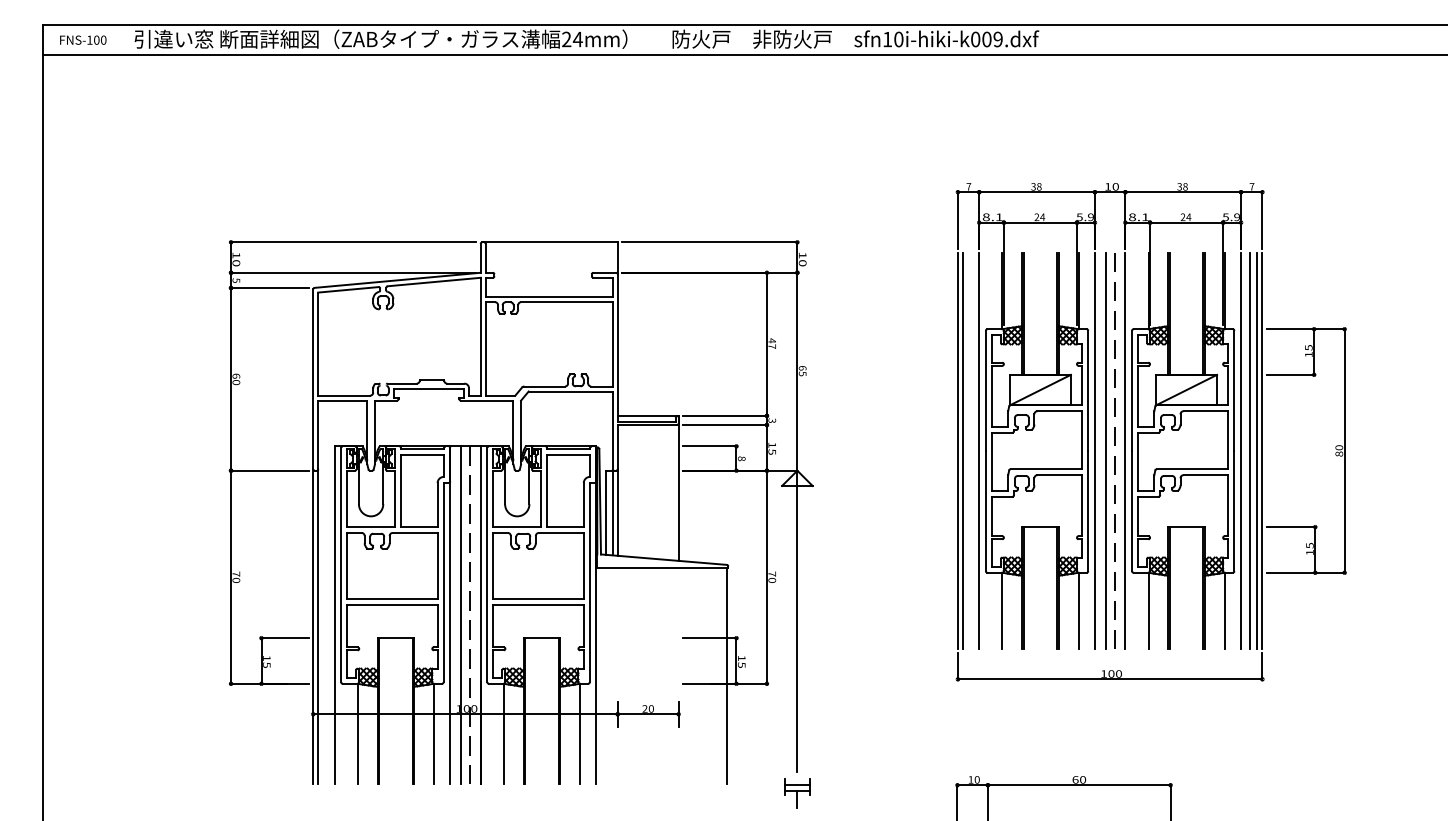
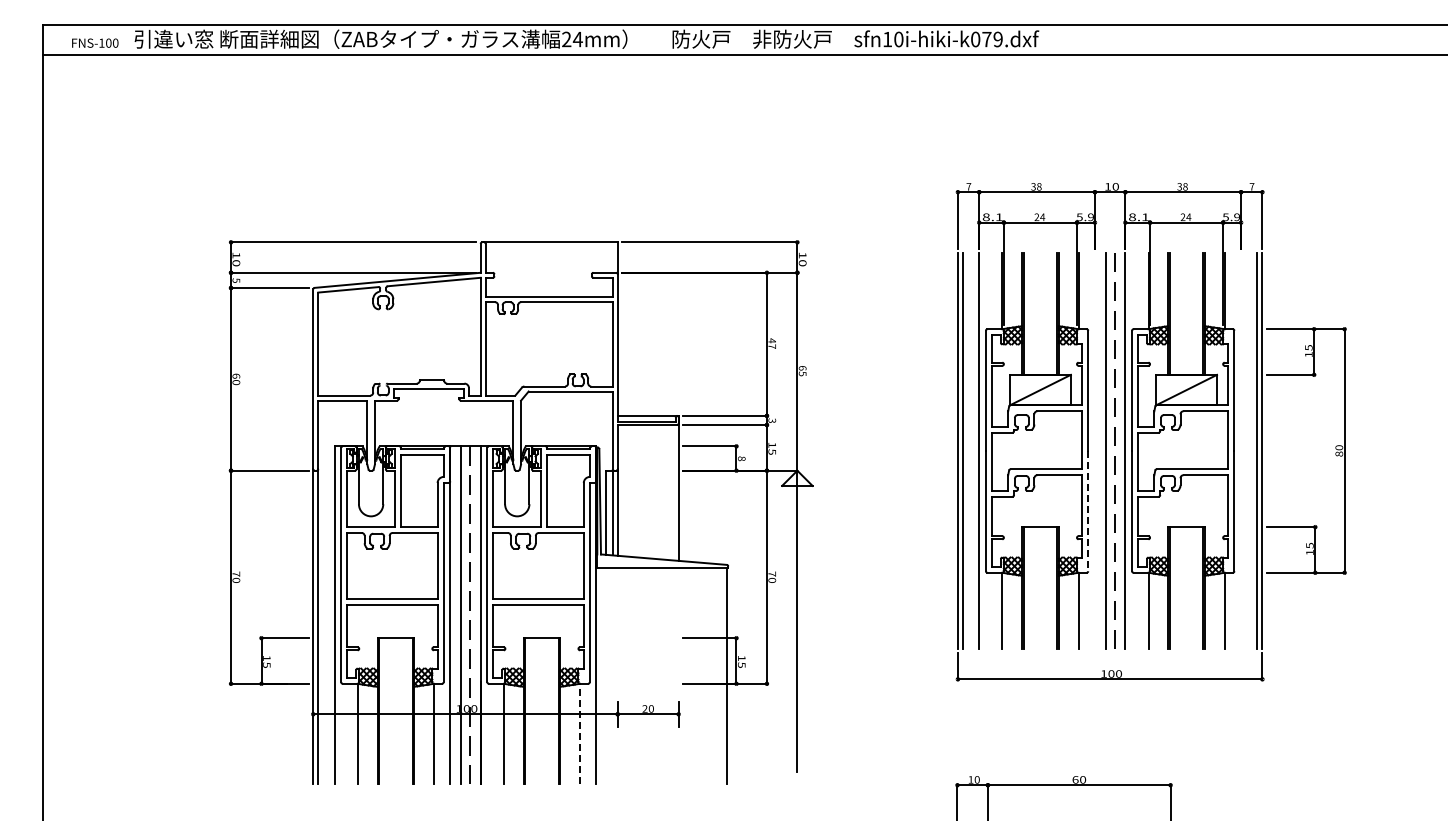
text at (83, 39) position: (83, 39) -> (95, 42)
text at (986, 39): sfn10i-hiki-k009.dxf -> sfn10i-hiki-k079.dxf
line at (1094, 450): present -> none
line at (1241, 450): present -> none
line at (1250, 450): present -> none
line at (1088, 511): solid -> dashed
line at (579, 733): solid -> dashed
part at (797, 793): present -> none
